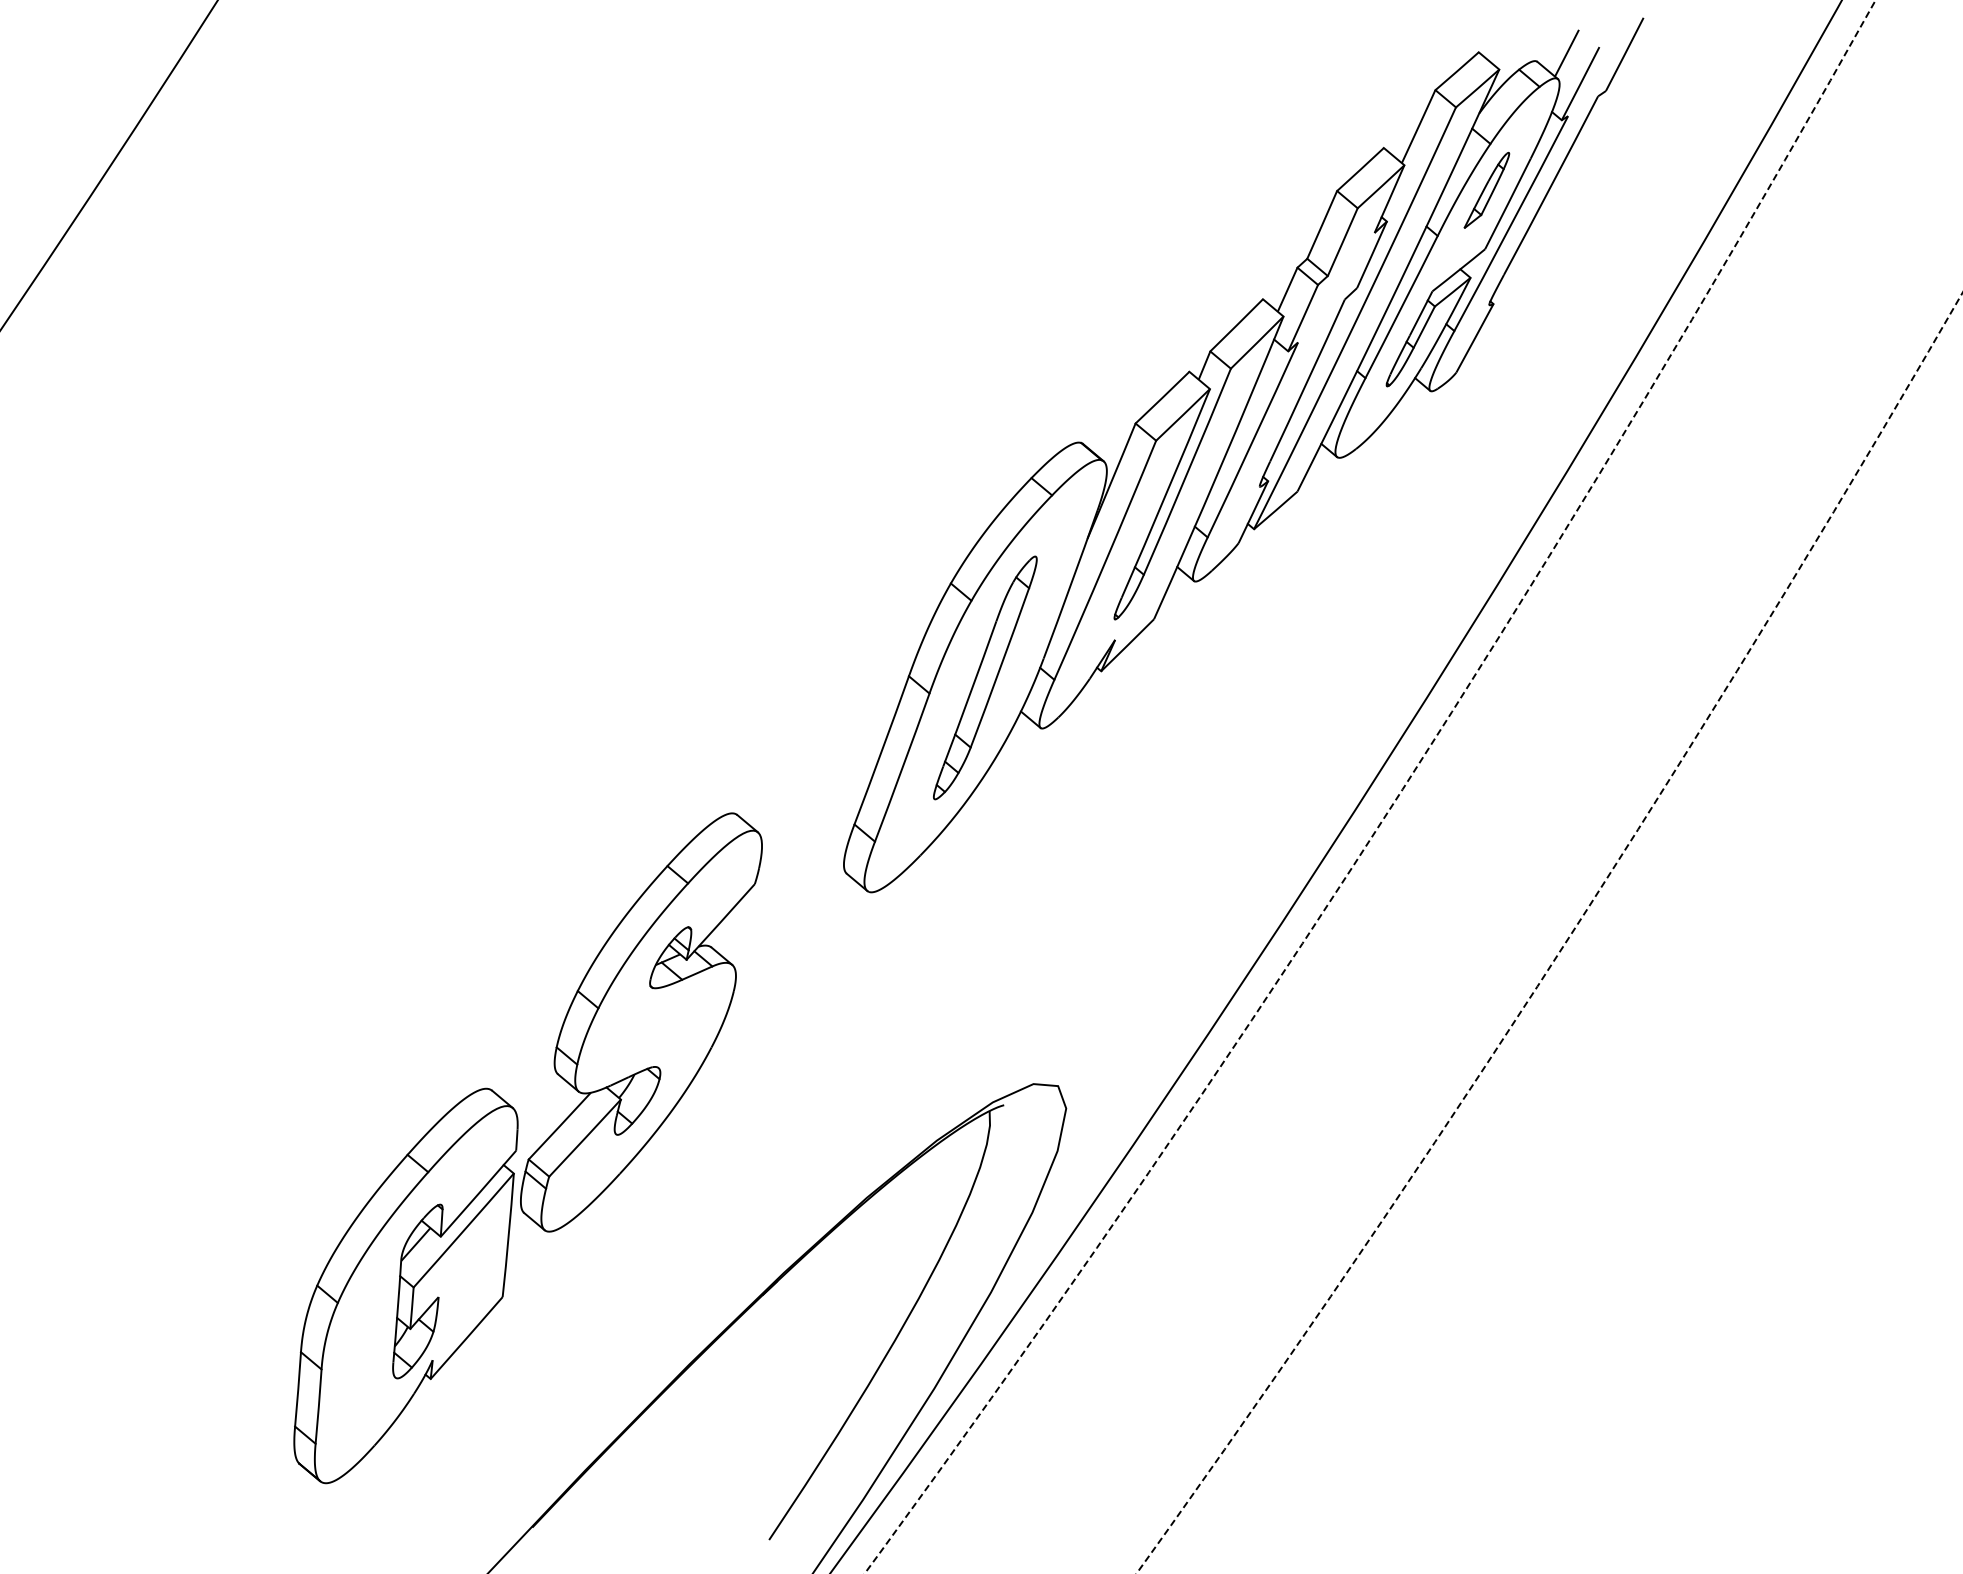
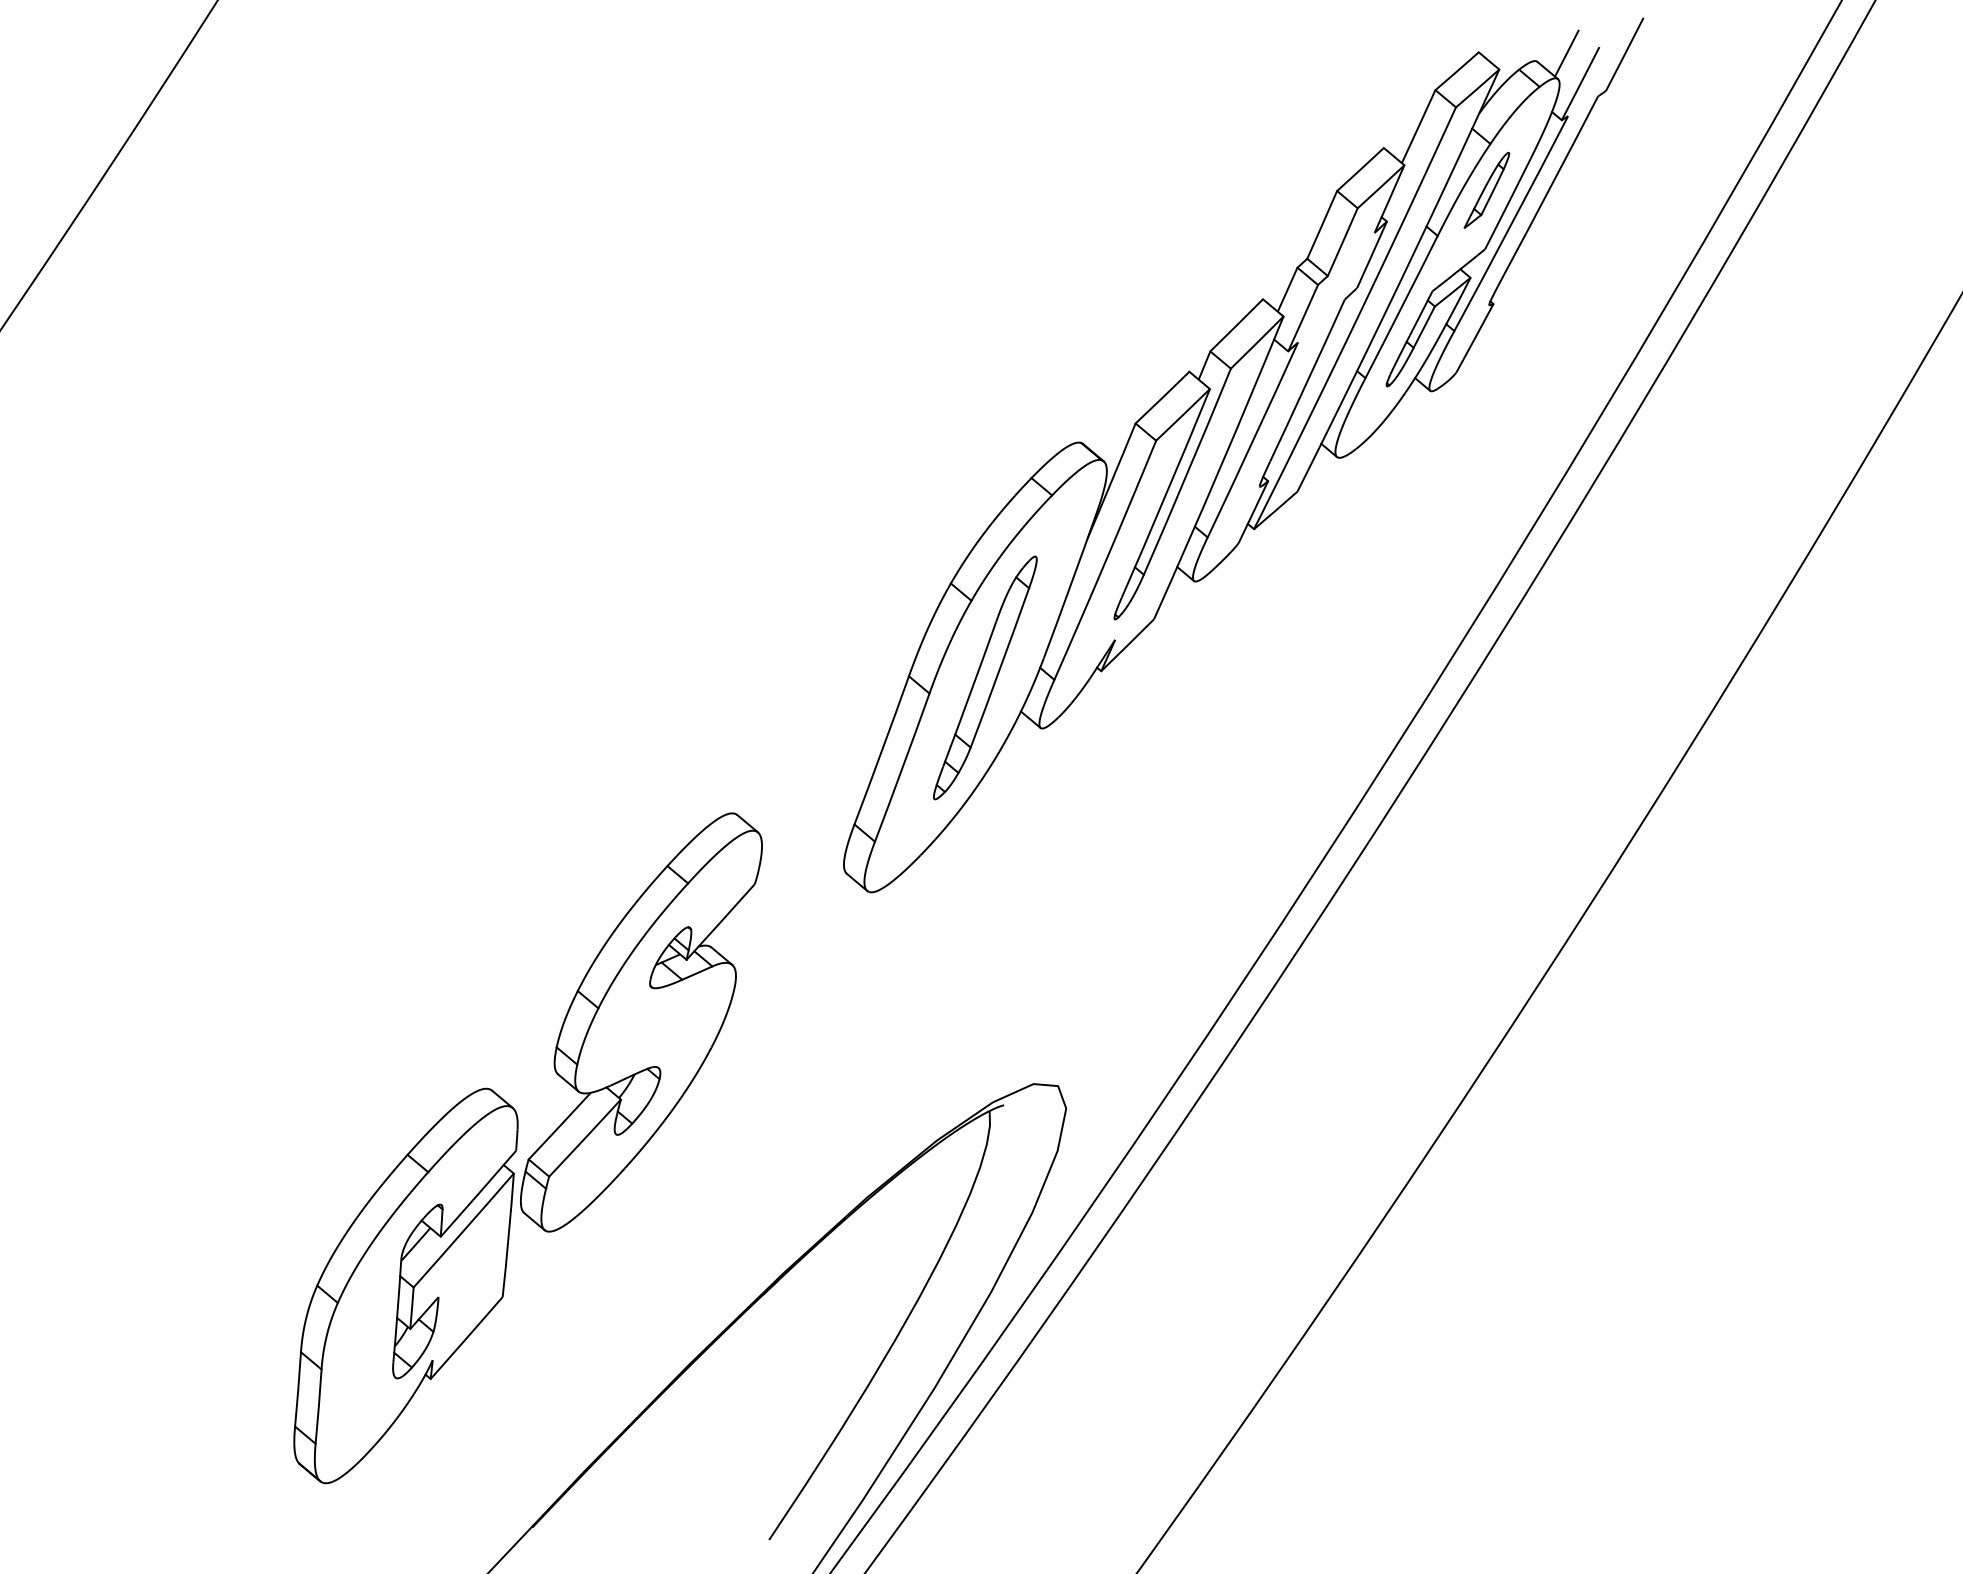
circle at (1369, 786): dashed -> solid
circle at (1549, 932): dashed -> solid
